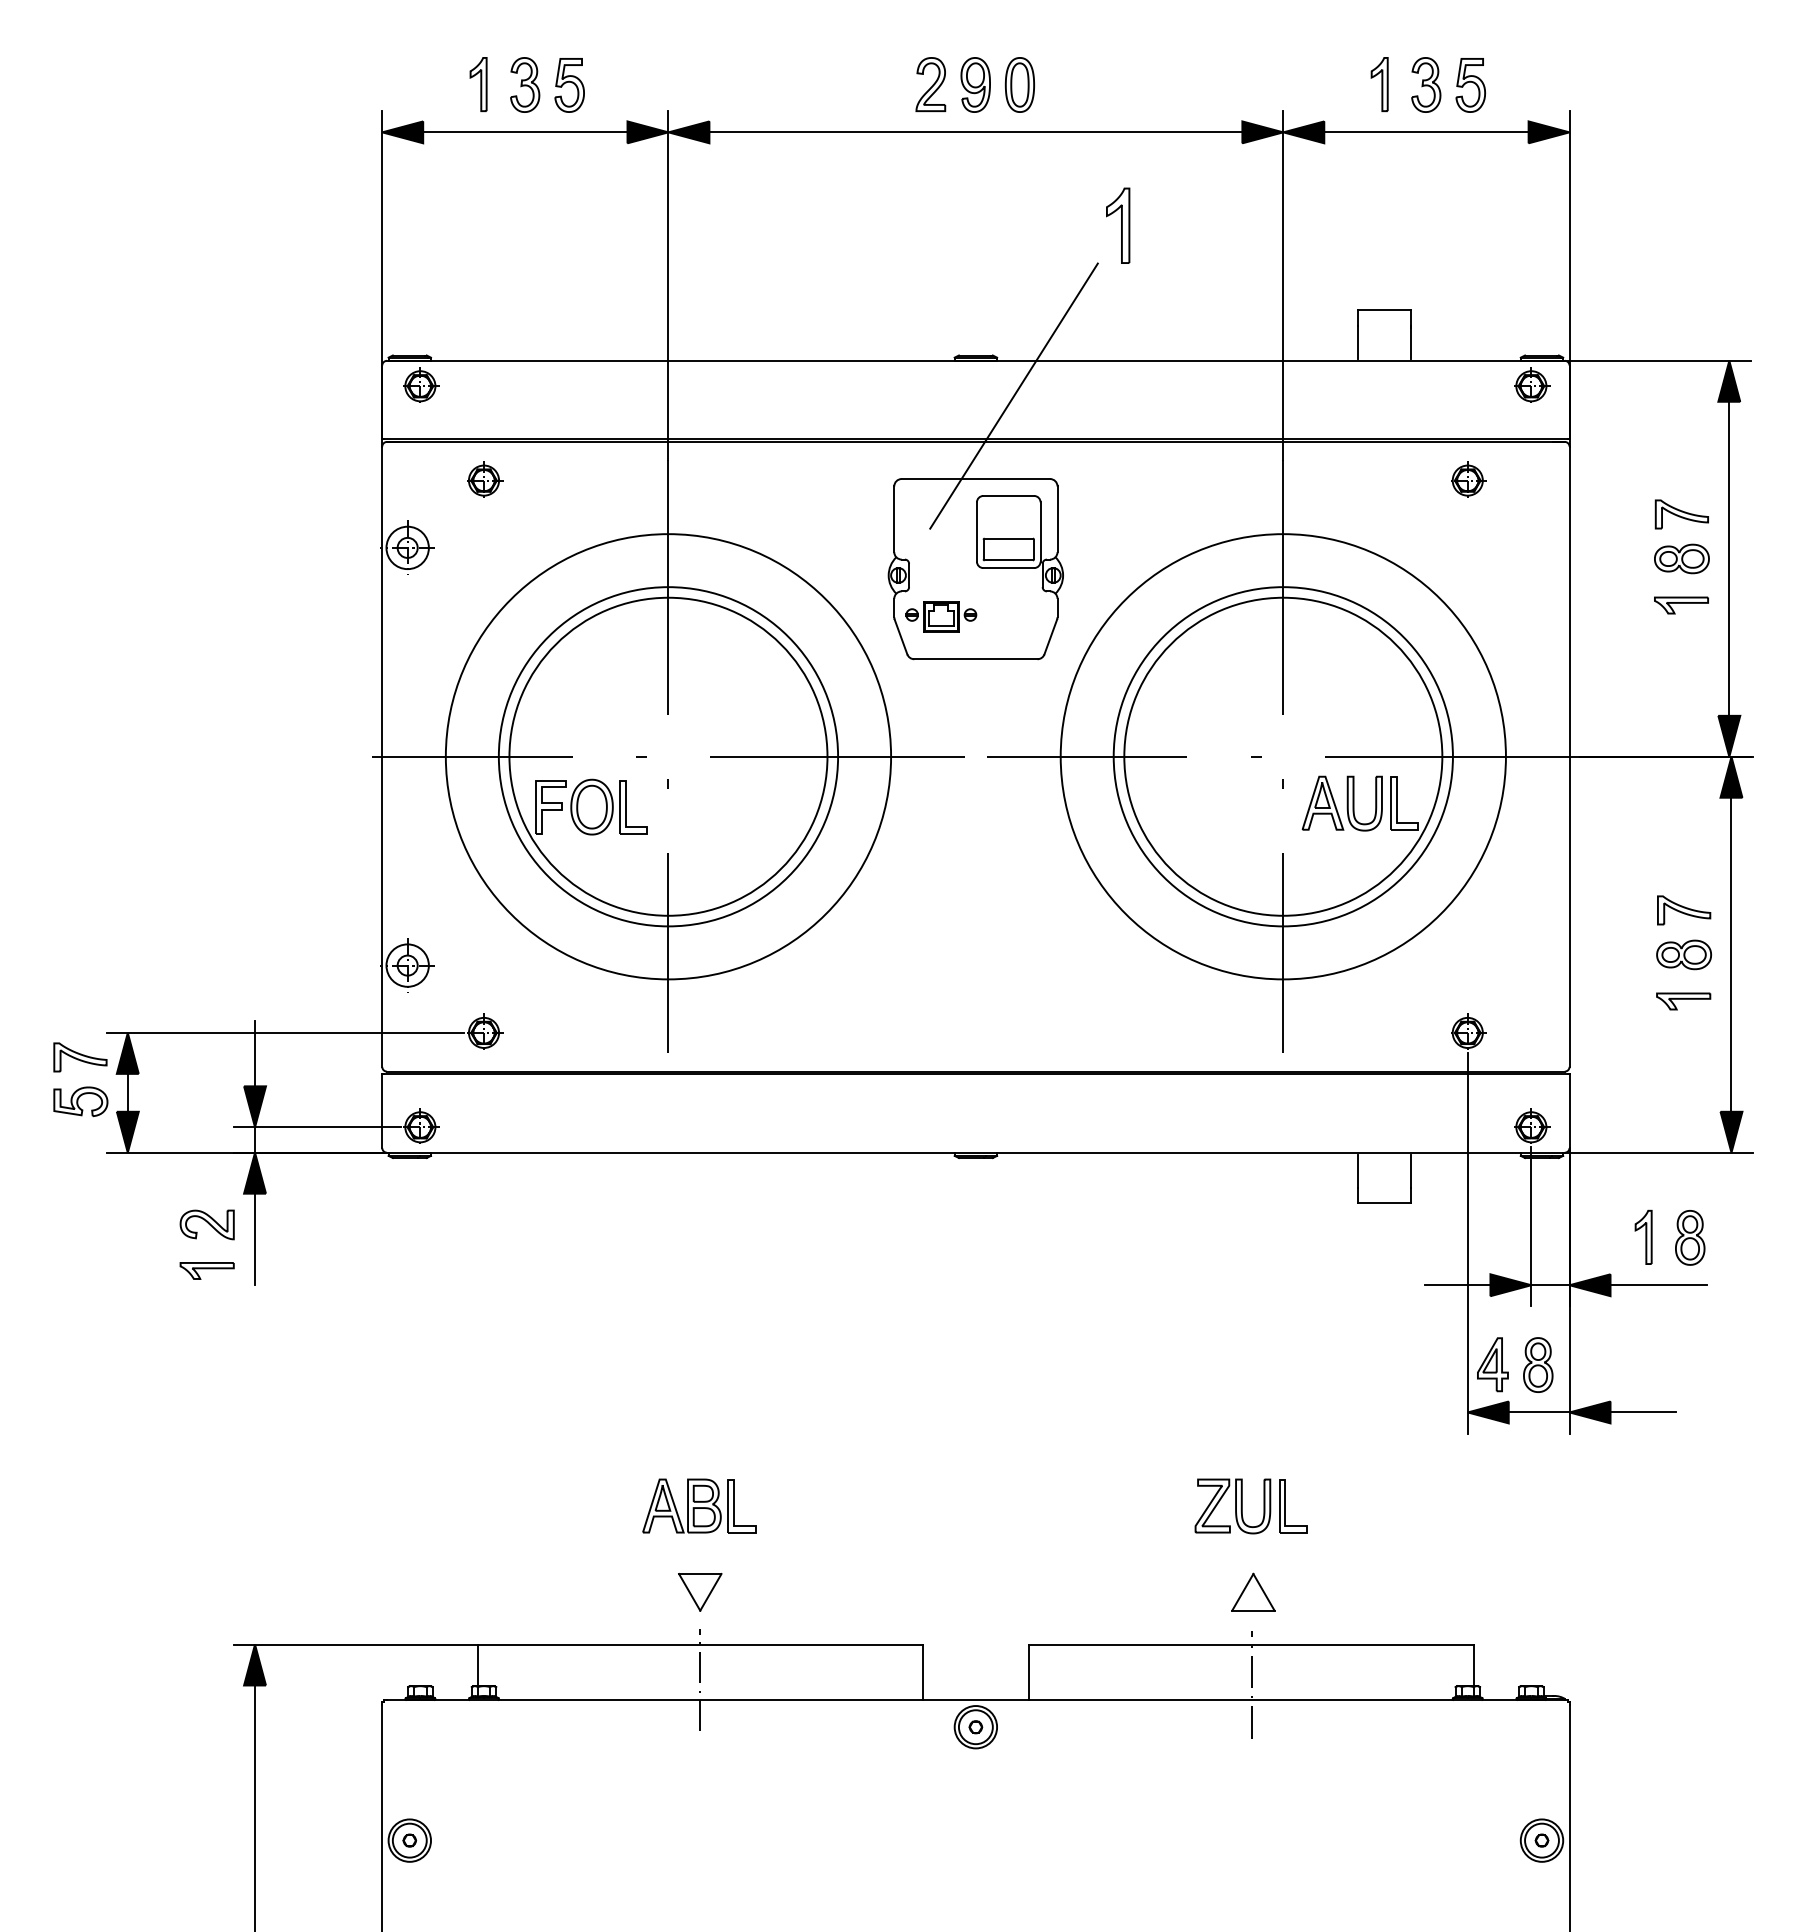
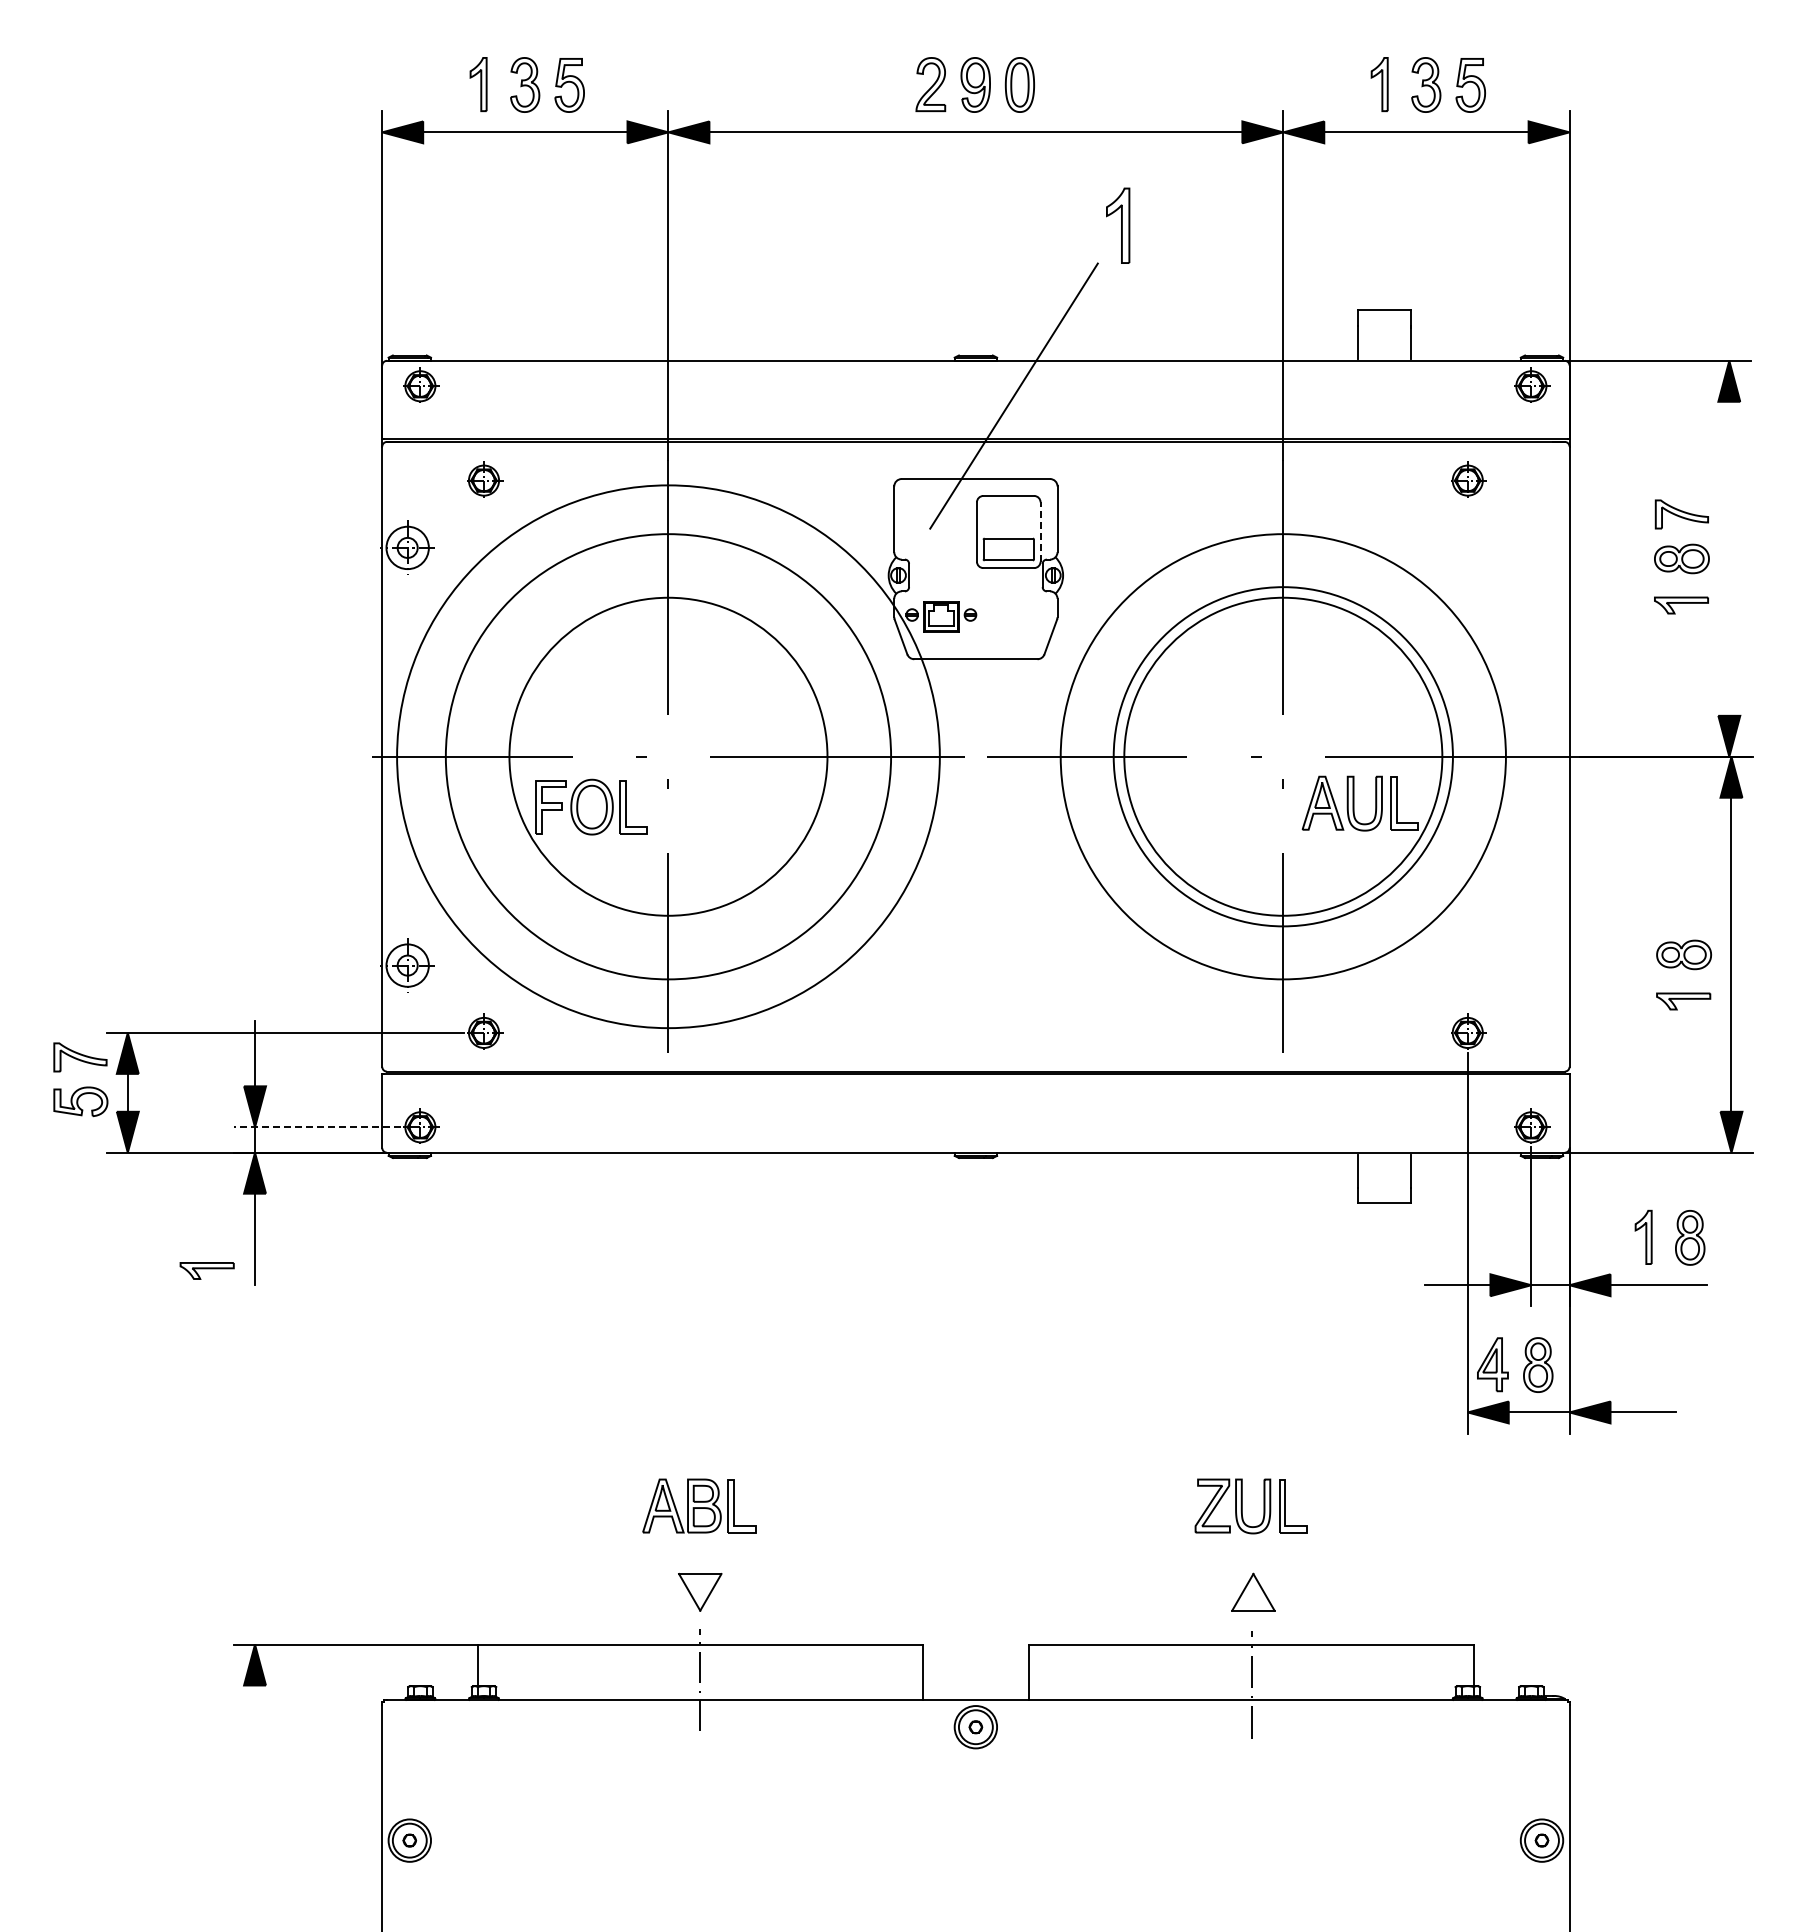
line at (1040, 532): solid -> dashed
line at (1729, 558): present -> none
circle at (668, 756) diameter: 339 px -> 543 px
part at (1684, 910): present -> none
line at (317, 1127): solid -> dashed
part at (206, 1224): present -> none
line at (255, 1806): present -> none
